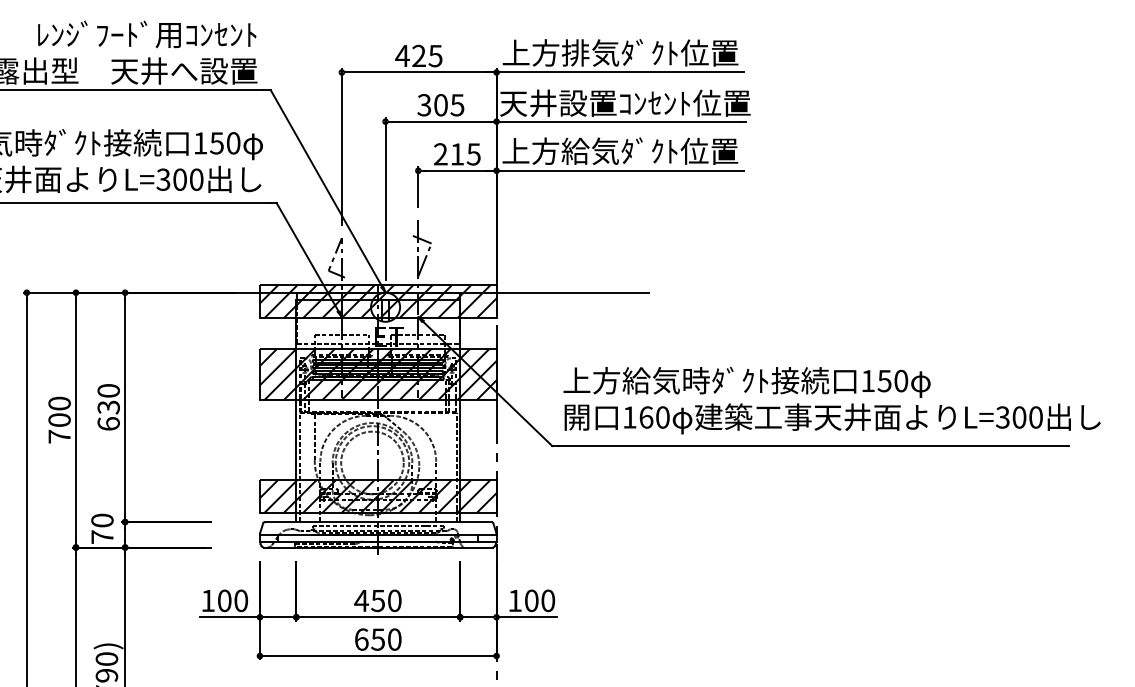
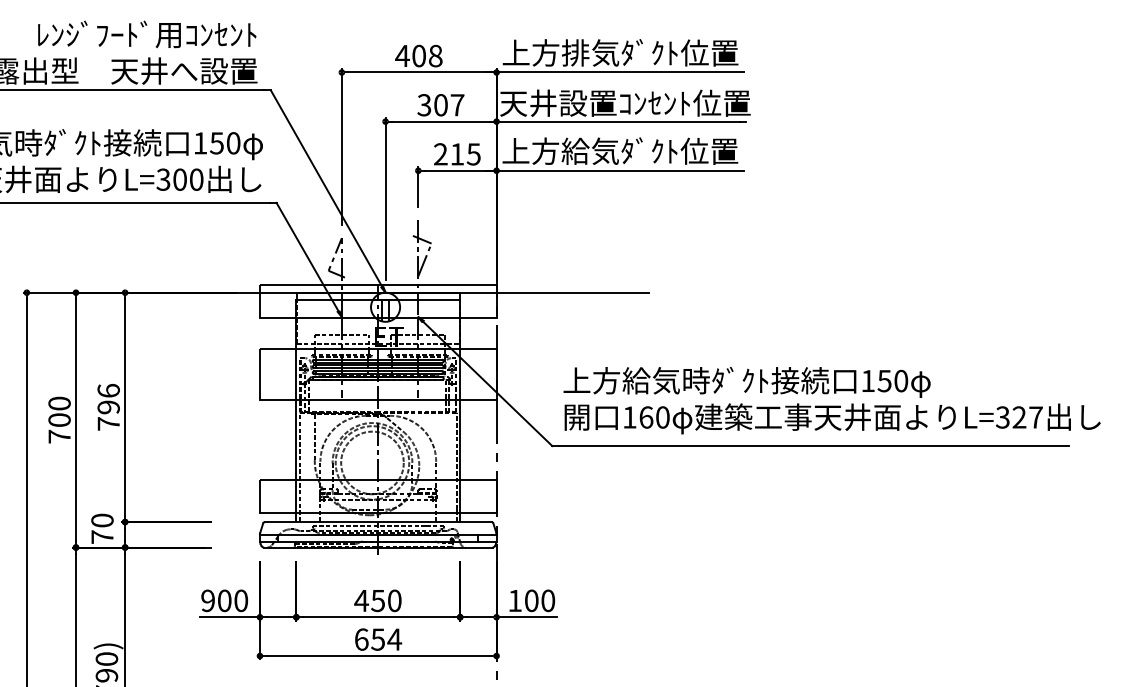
text at (427, 55): 425 -> 408
text at (457, 105): 305 -> 307
hatch at (378, 301): present -> none
hatch at (378, 374): present -> none
text at (108, 406): 630 -> 796
text at (1027, 417): L=300 -> L=327
hatch at (378, 496): present -> none
text at (207, 600): 100 -> 900
text at (394, 639): 650 -> 654
